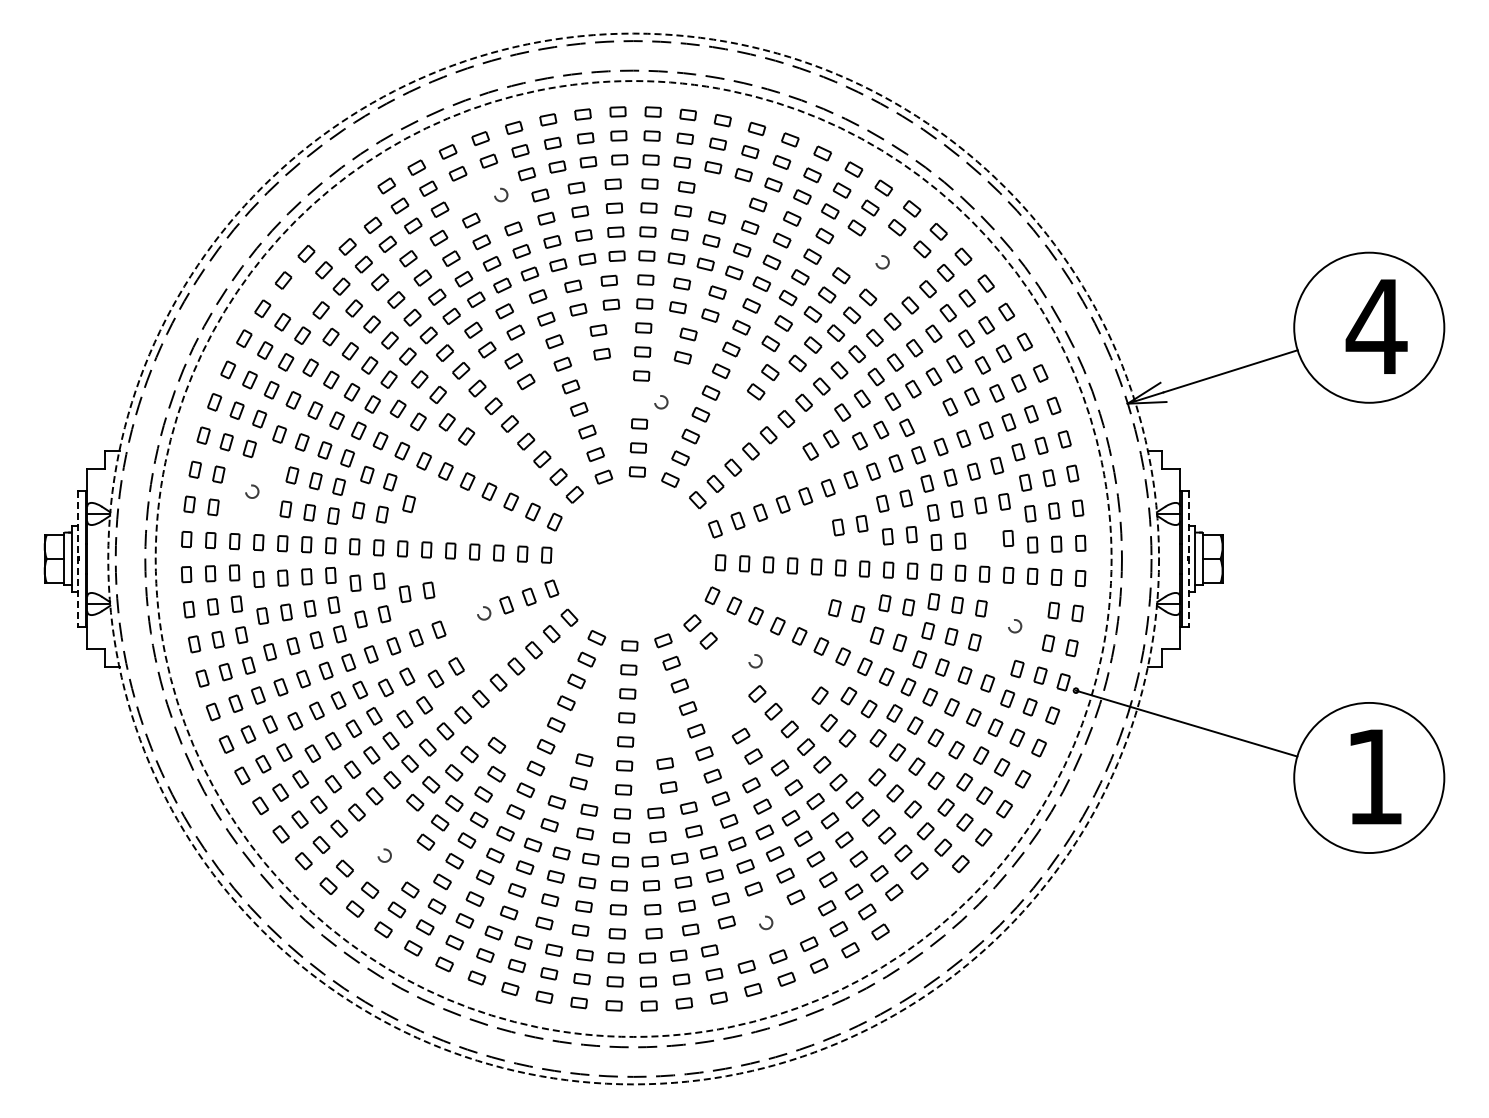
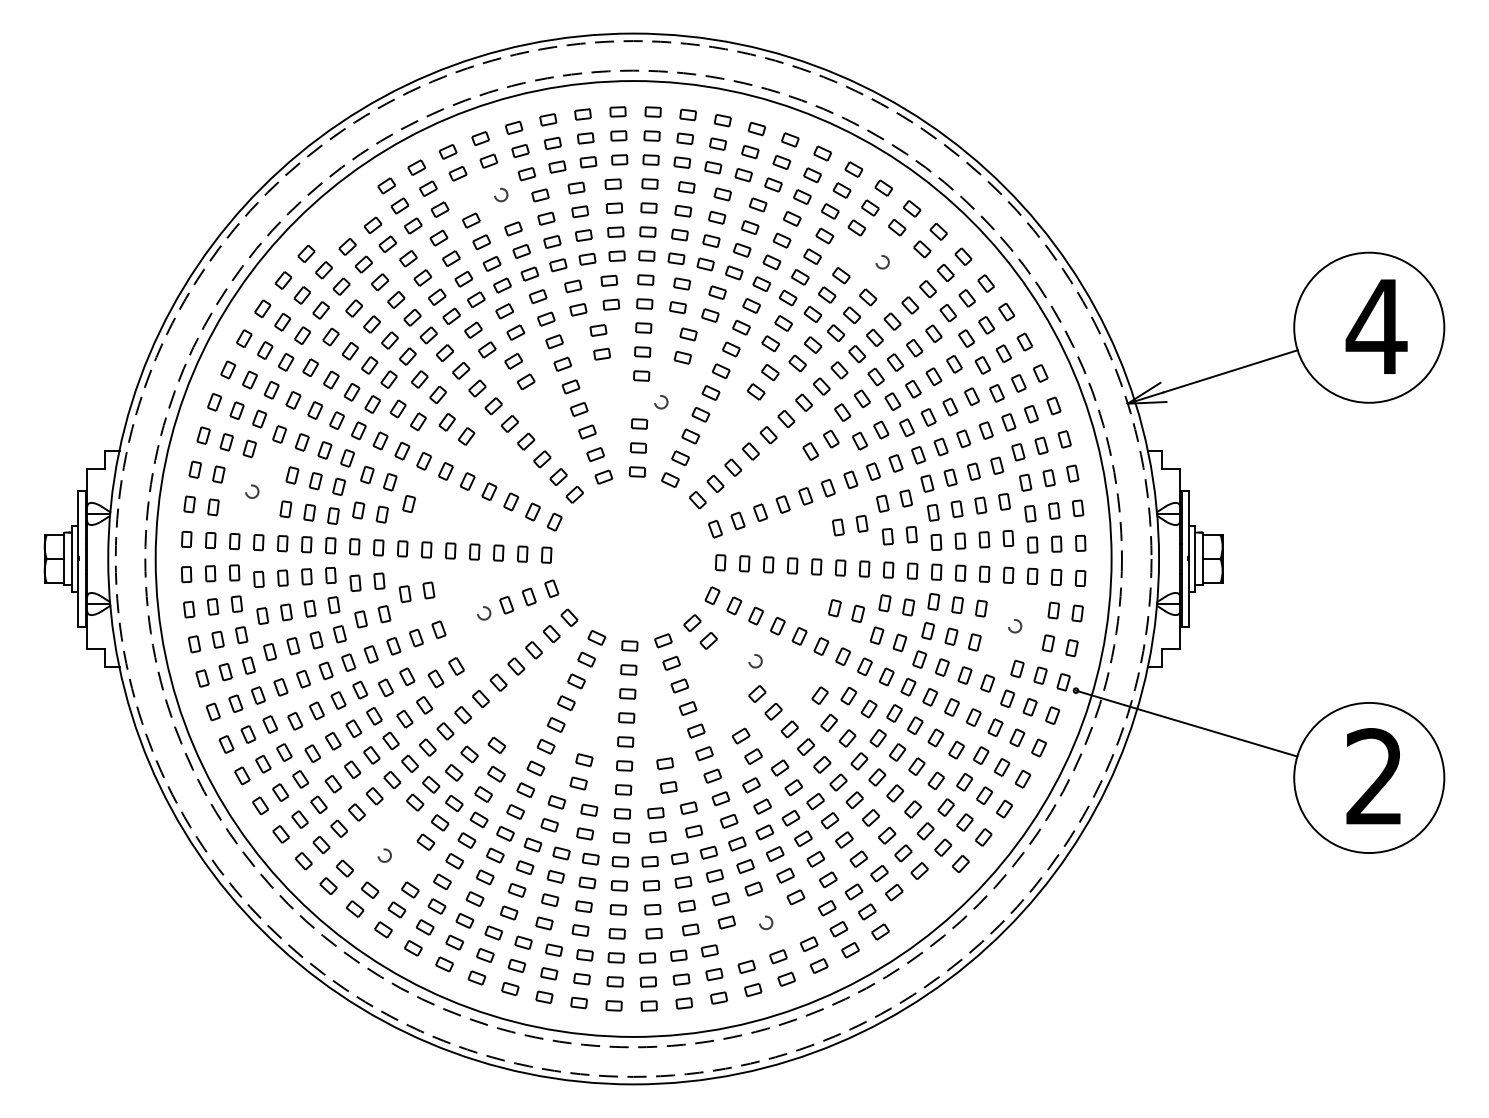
part at (722, 194): none -> present
part at (301, 295): none -> present
part at (928, 417): none -> present
part at (984, 539): none -> present
circle at (633, 558): dashed -> solid
circle at (633, 558): dashed -> solid
line at (77, 559): dashed -> solid
line at (1189, 559): dashed -> solid
part at (859, 761): none -> present
text at (1373, 776): 1 -> 2
